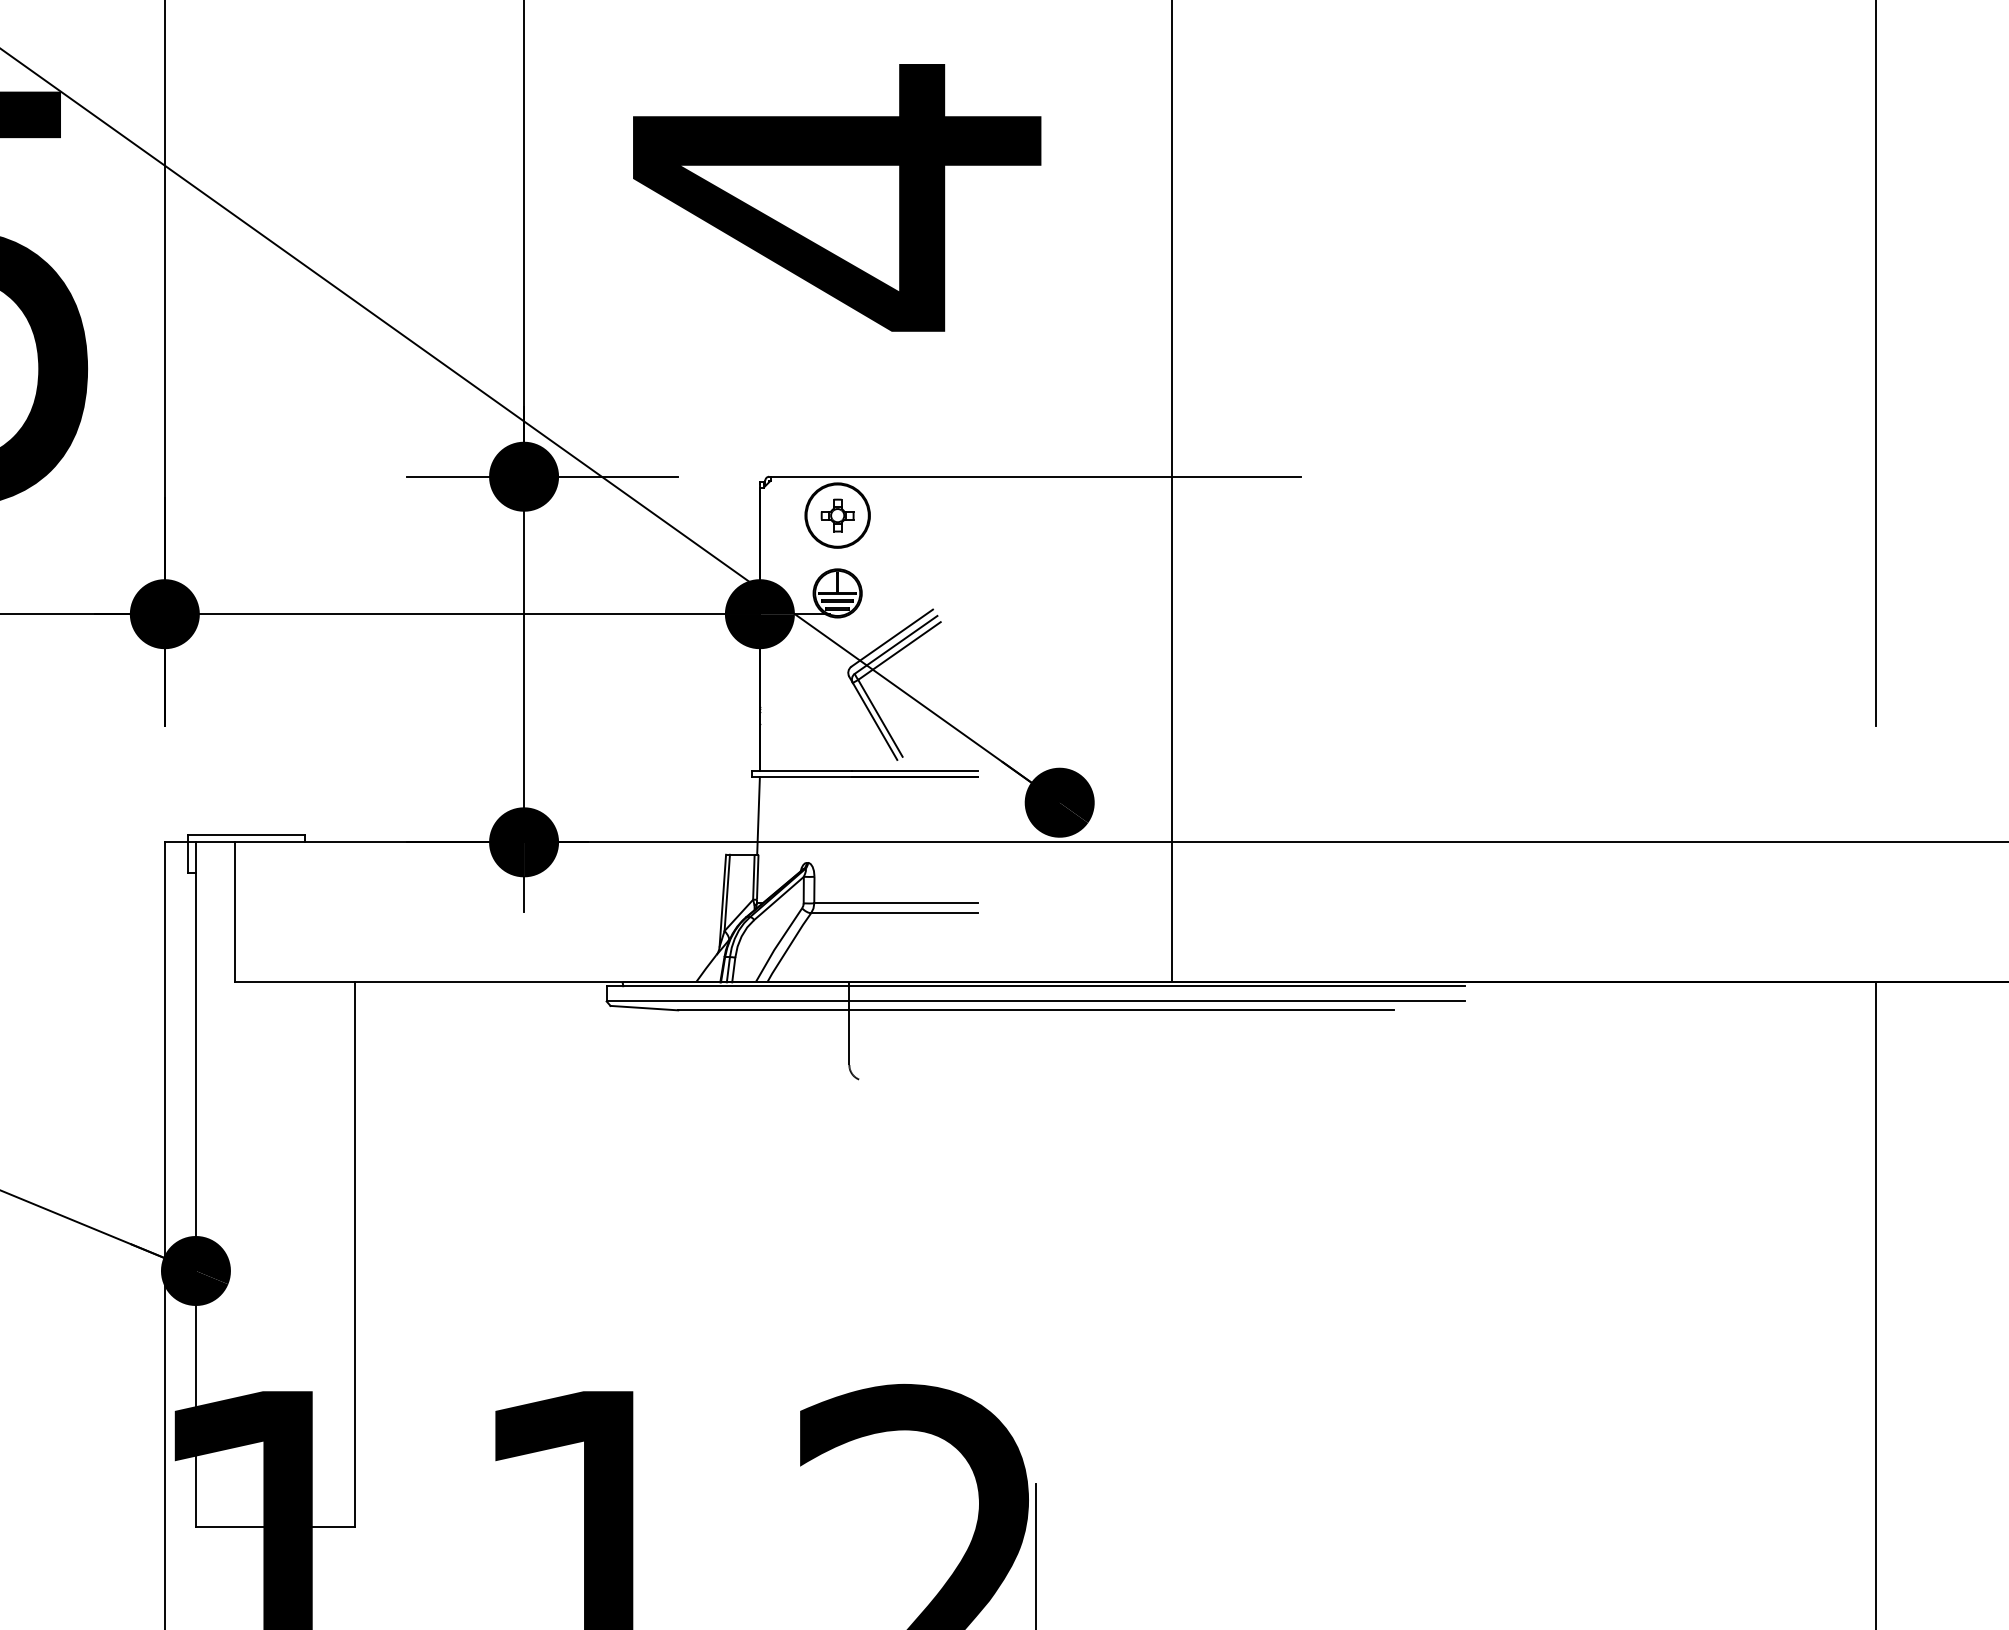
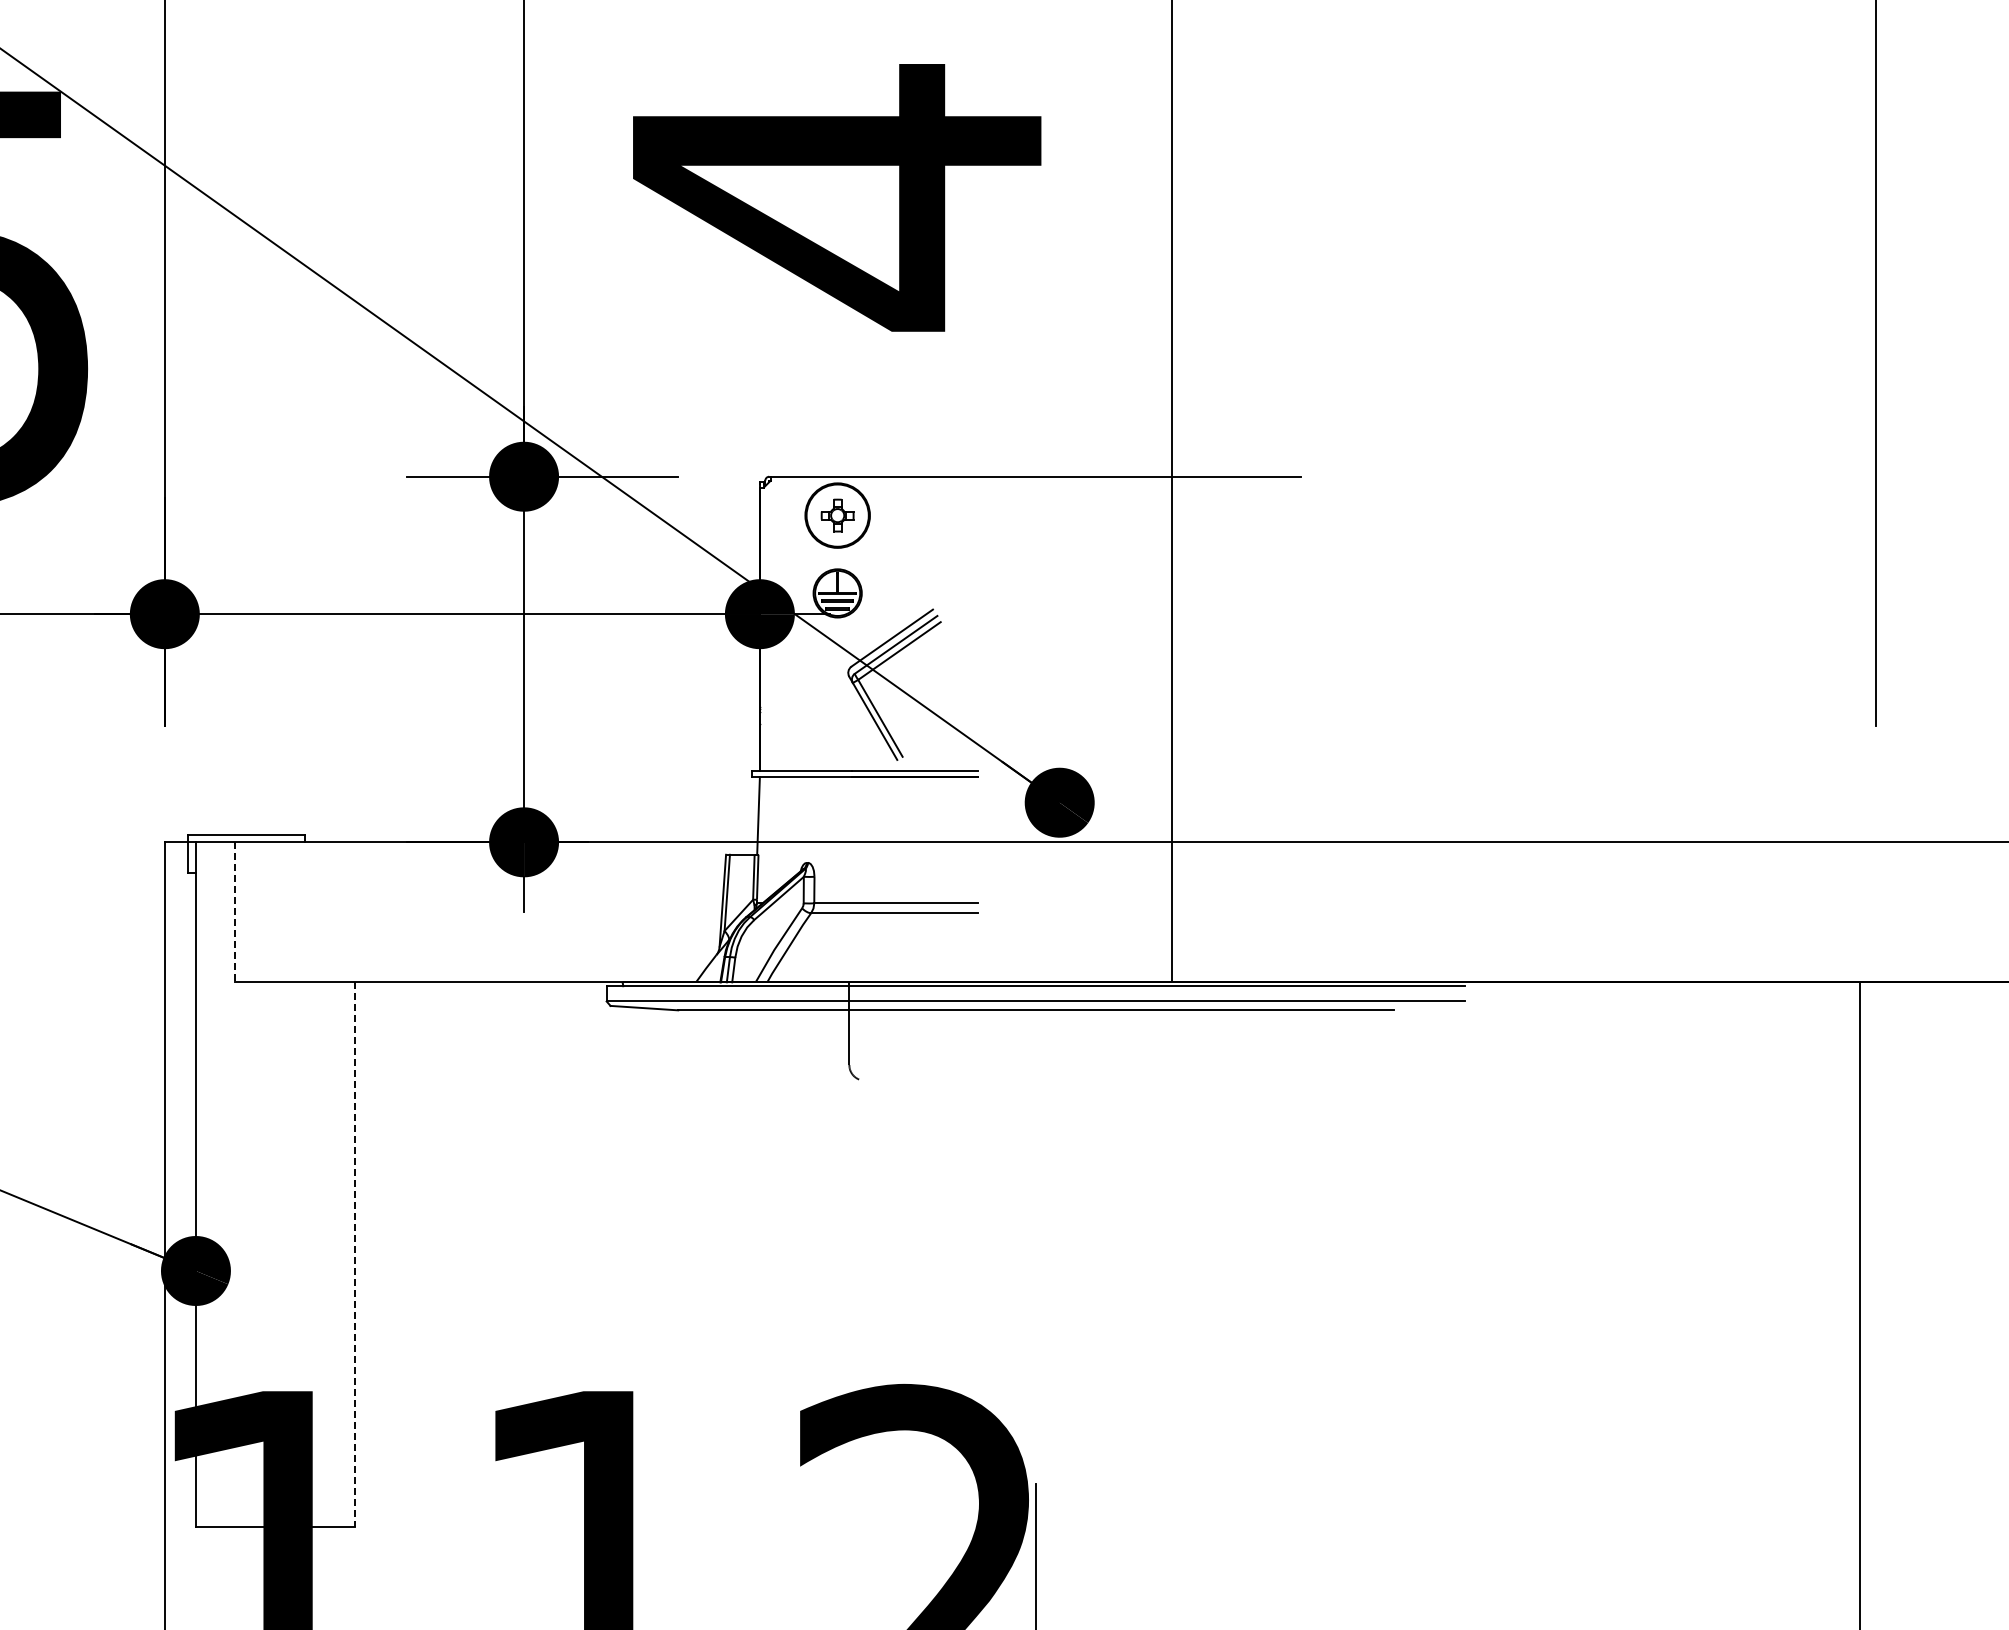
line at (234, 912): solid -> dashed
line at (355, 1255): solid -> dashed
line at (1876, 1304) position: (1876, 1304) -> (1860, 1304)
